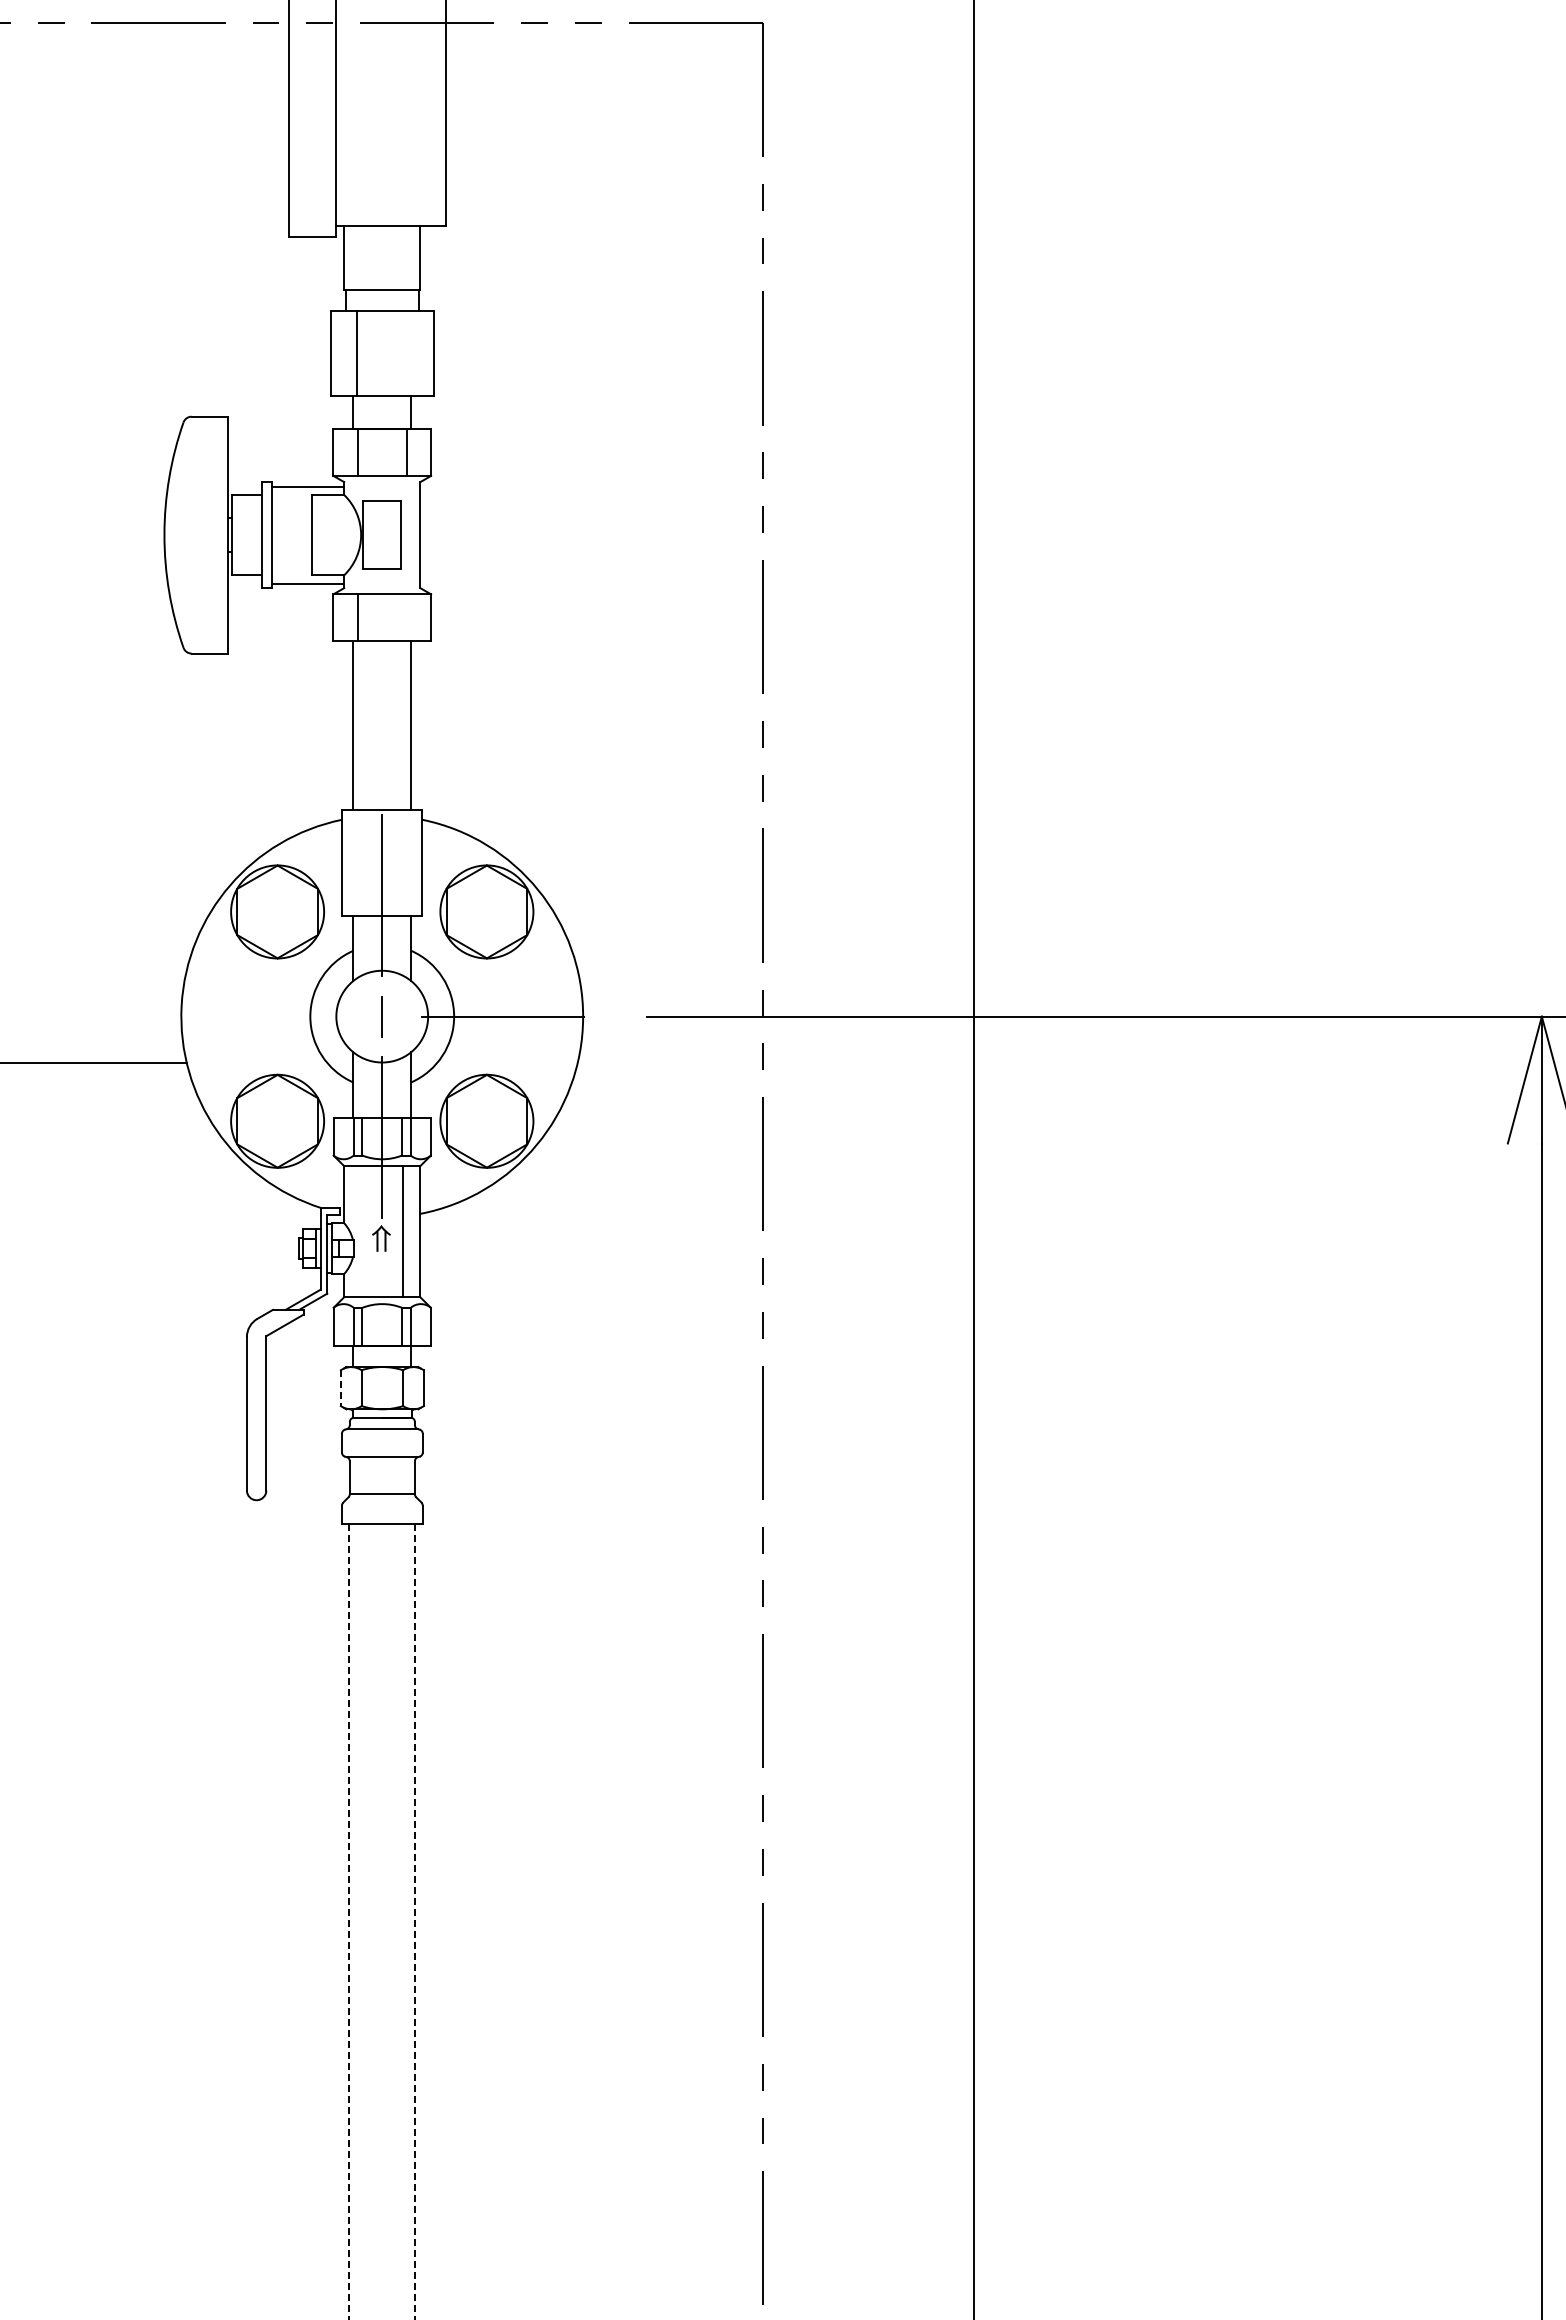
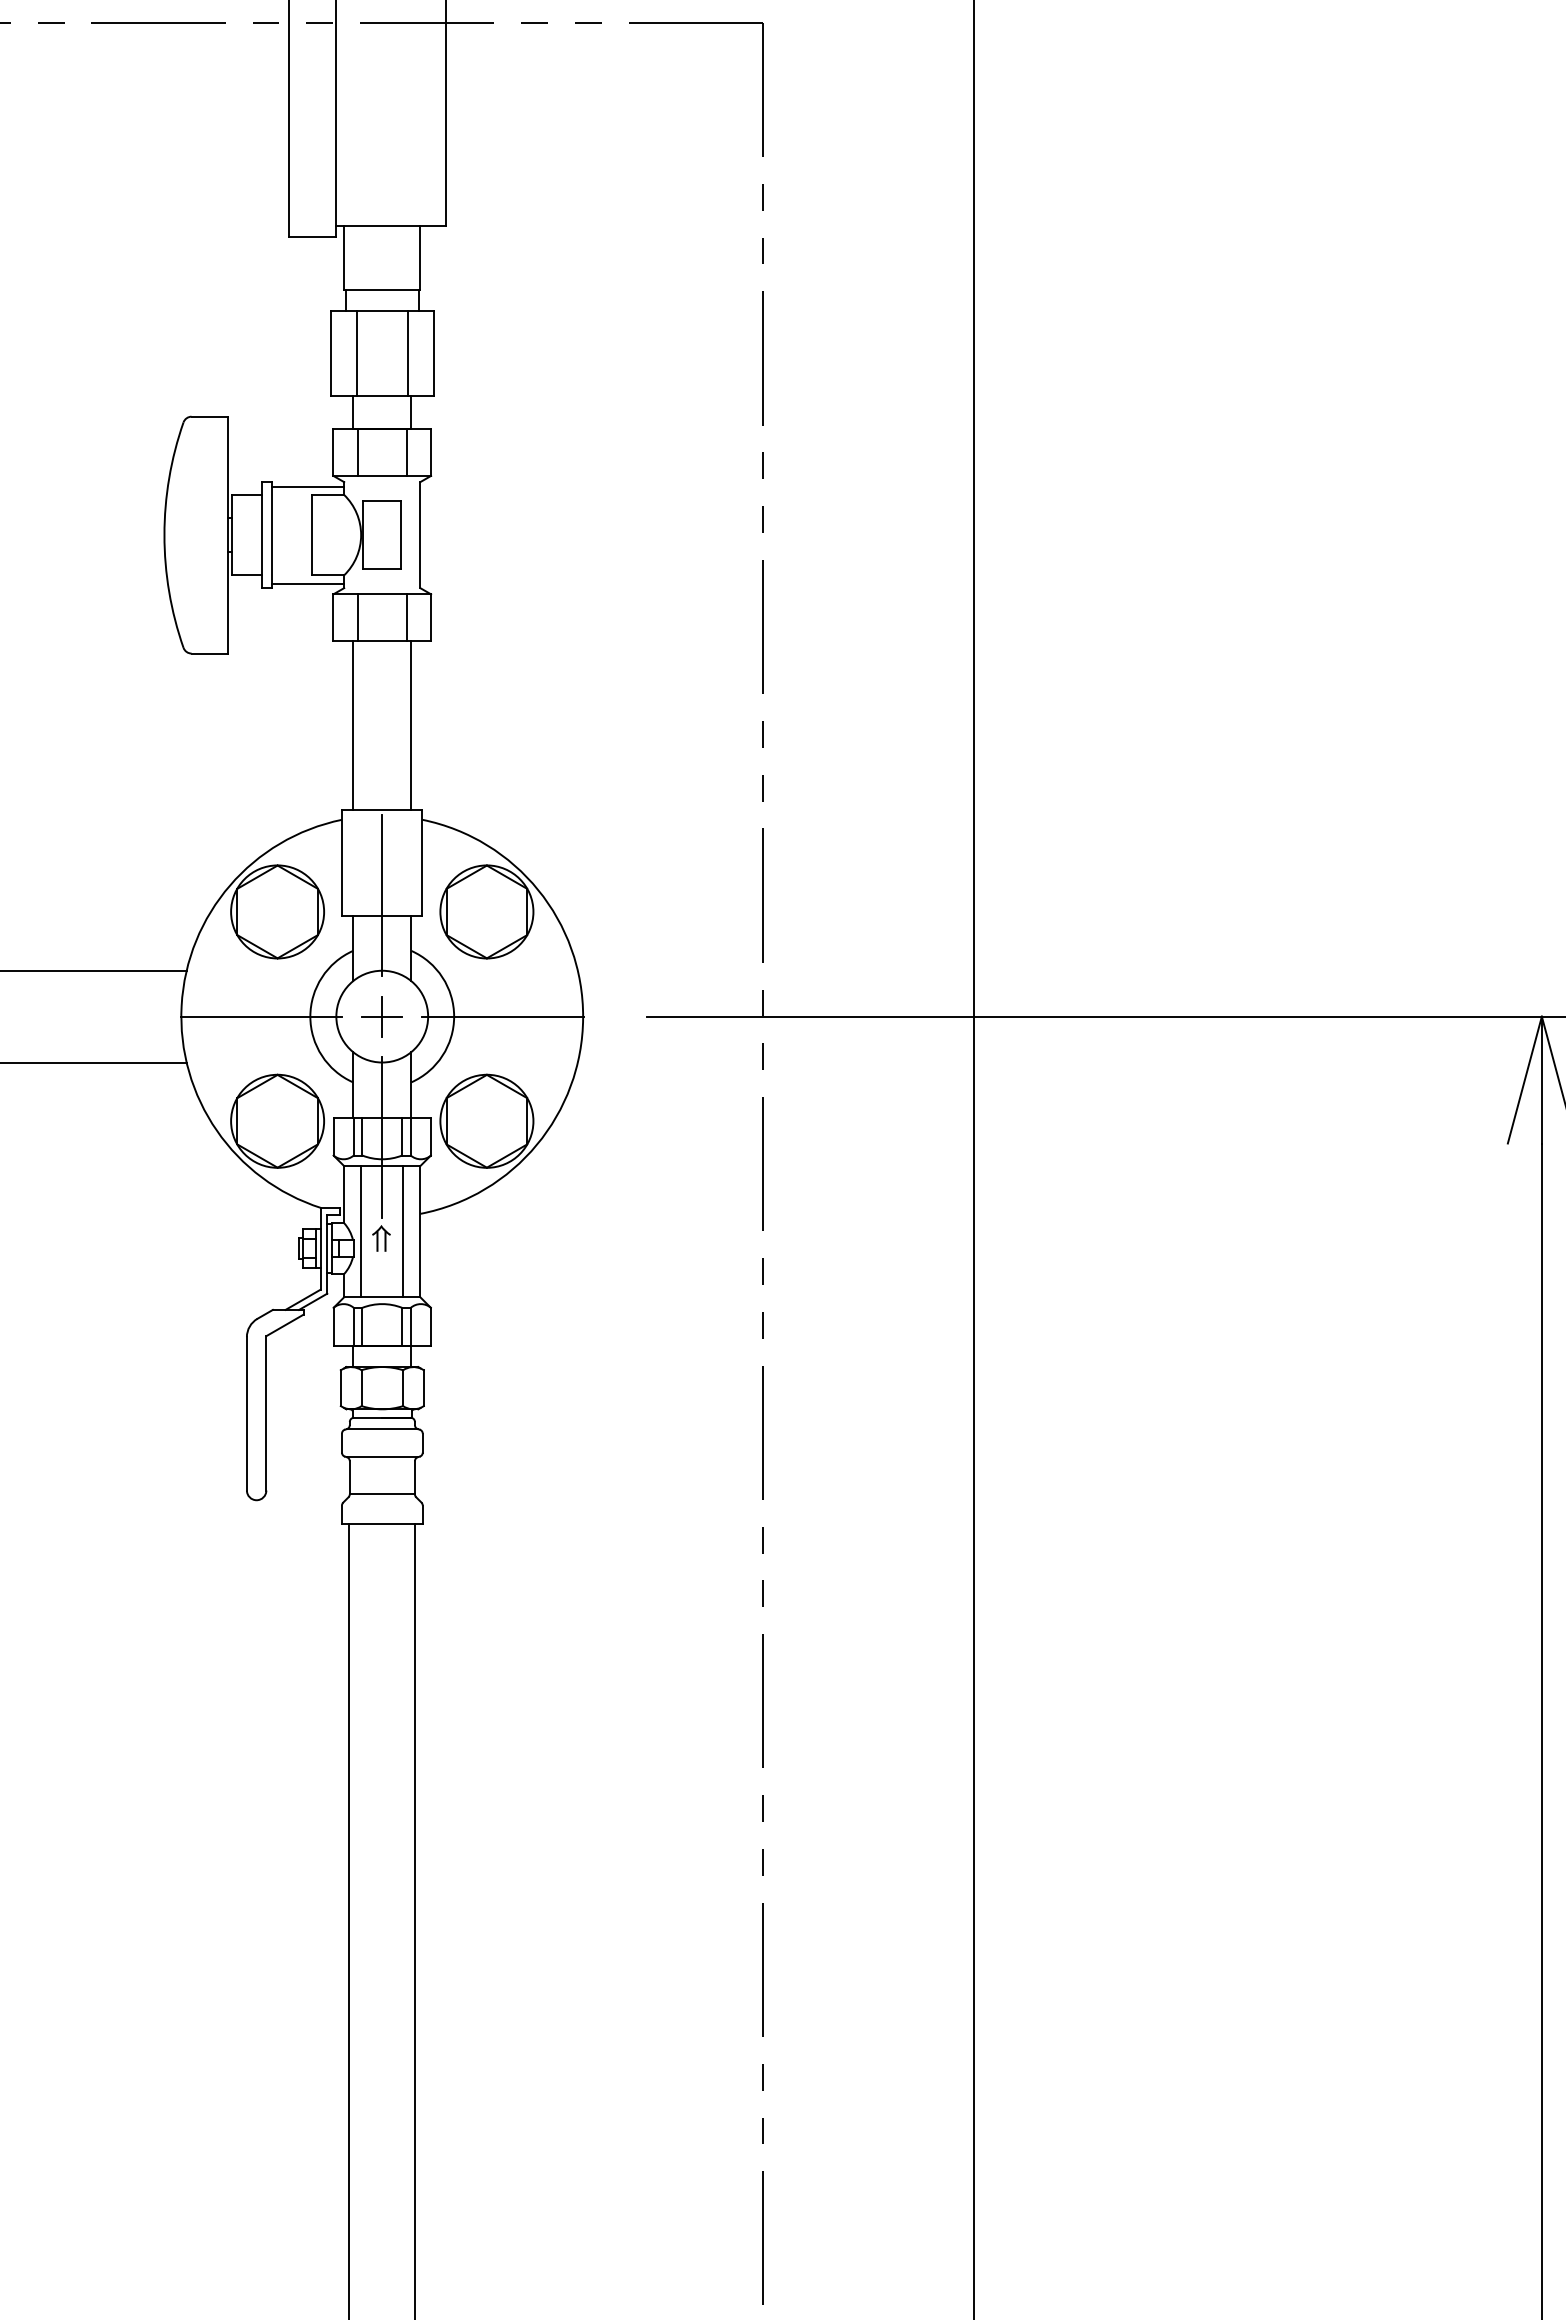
line at (407, 352): none -> present
line at (406, 617): none -> present
line at (94, 970): none -> present
line at (261, 1016): none -> present
line at (382, 1016): none -> present
line at (361, 1231): none -> present
line at (340, 1388): dashed -> solid
line at (349, 1921): dashed -> solid
line at (415, 1921): dashed -> solid
